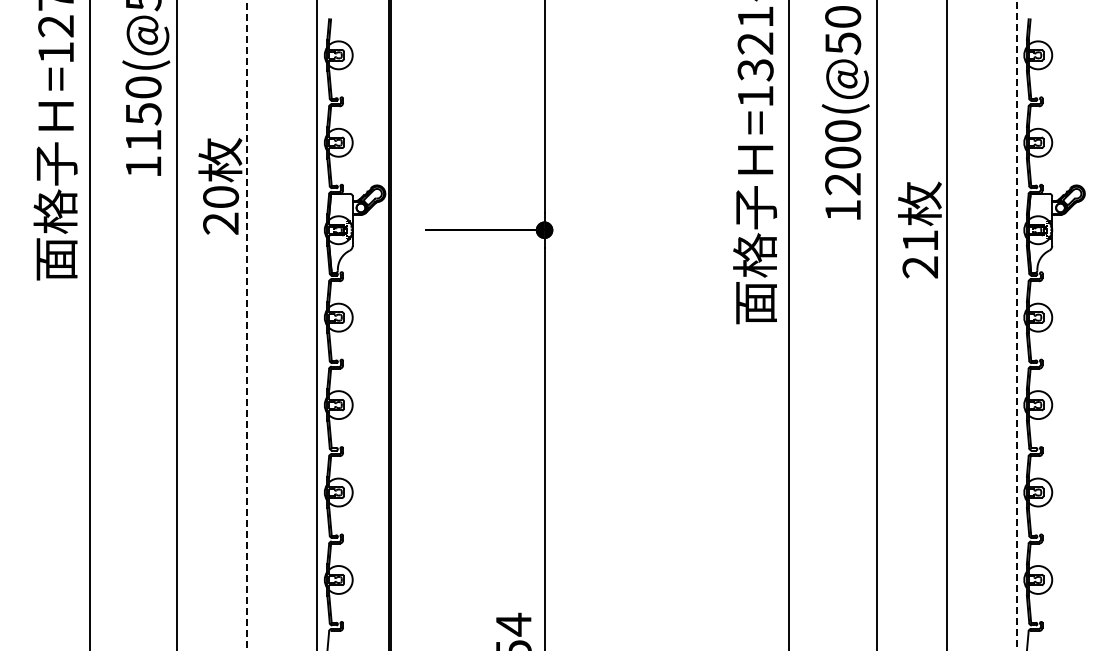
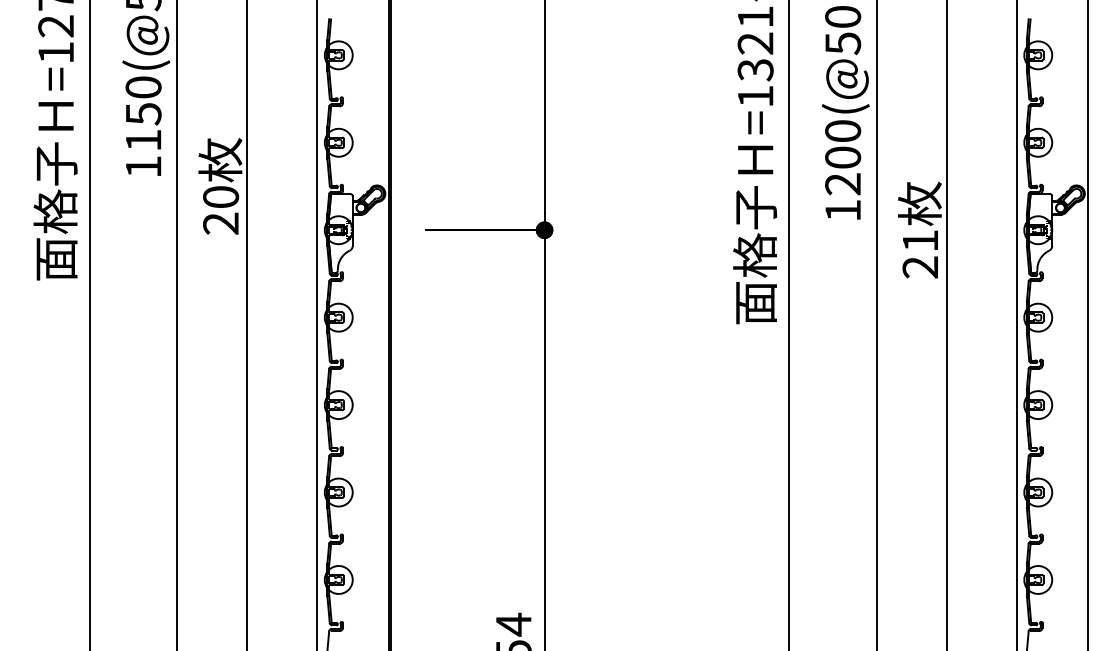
line at (247, 324): dashed -> solid
line at (1088, 324): none -> present
line at (1016, 325): dashed -> solid
